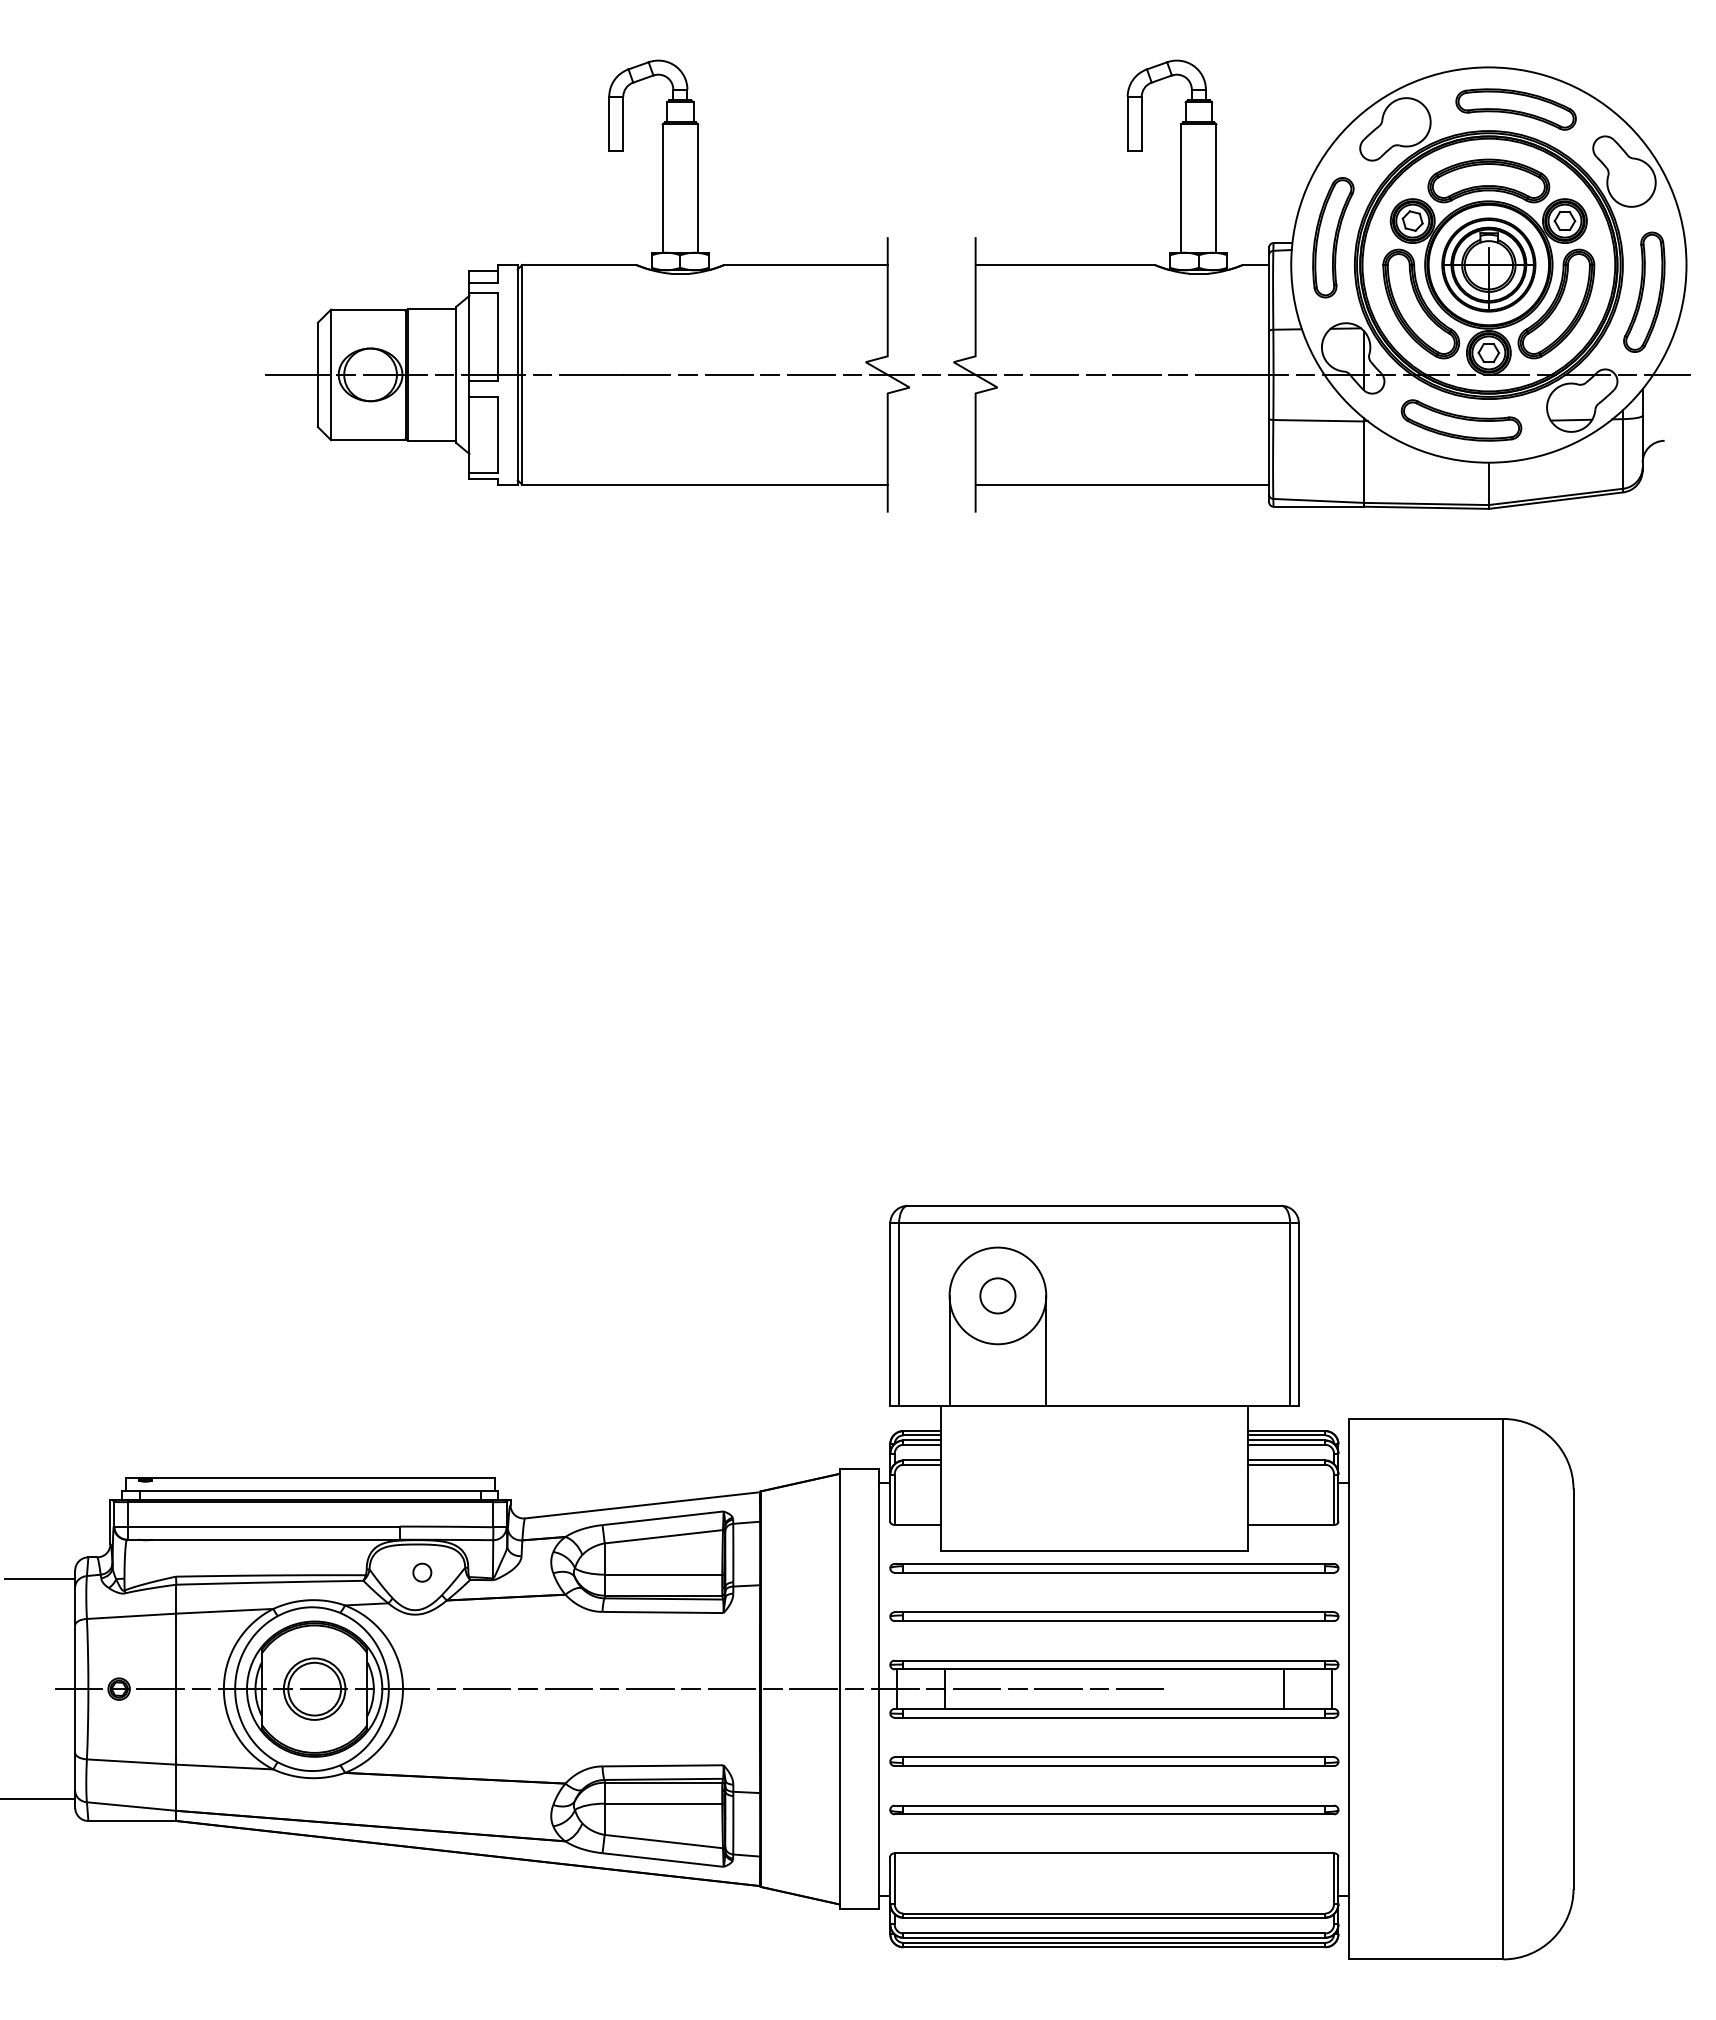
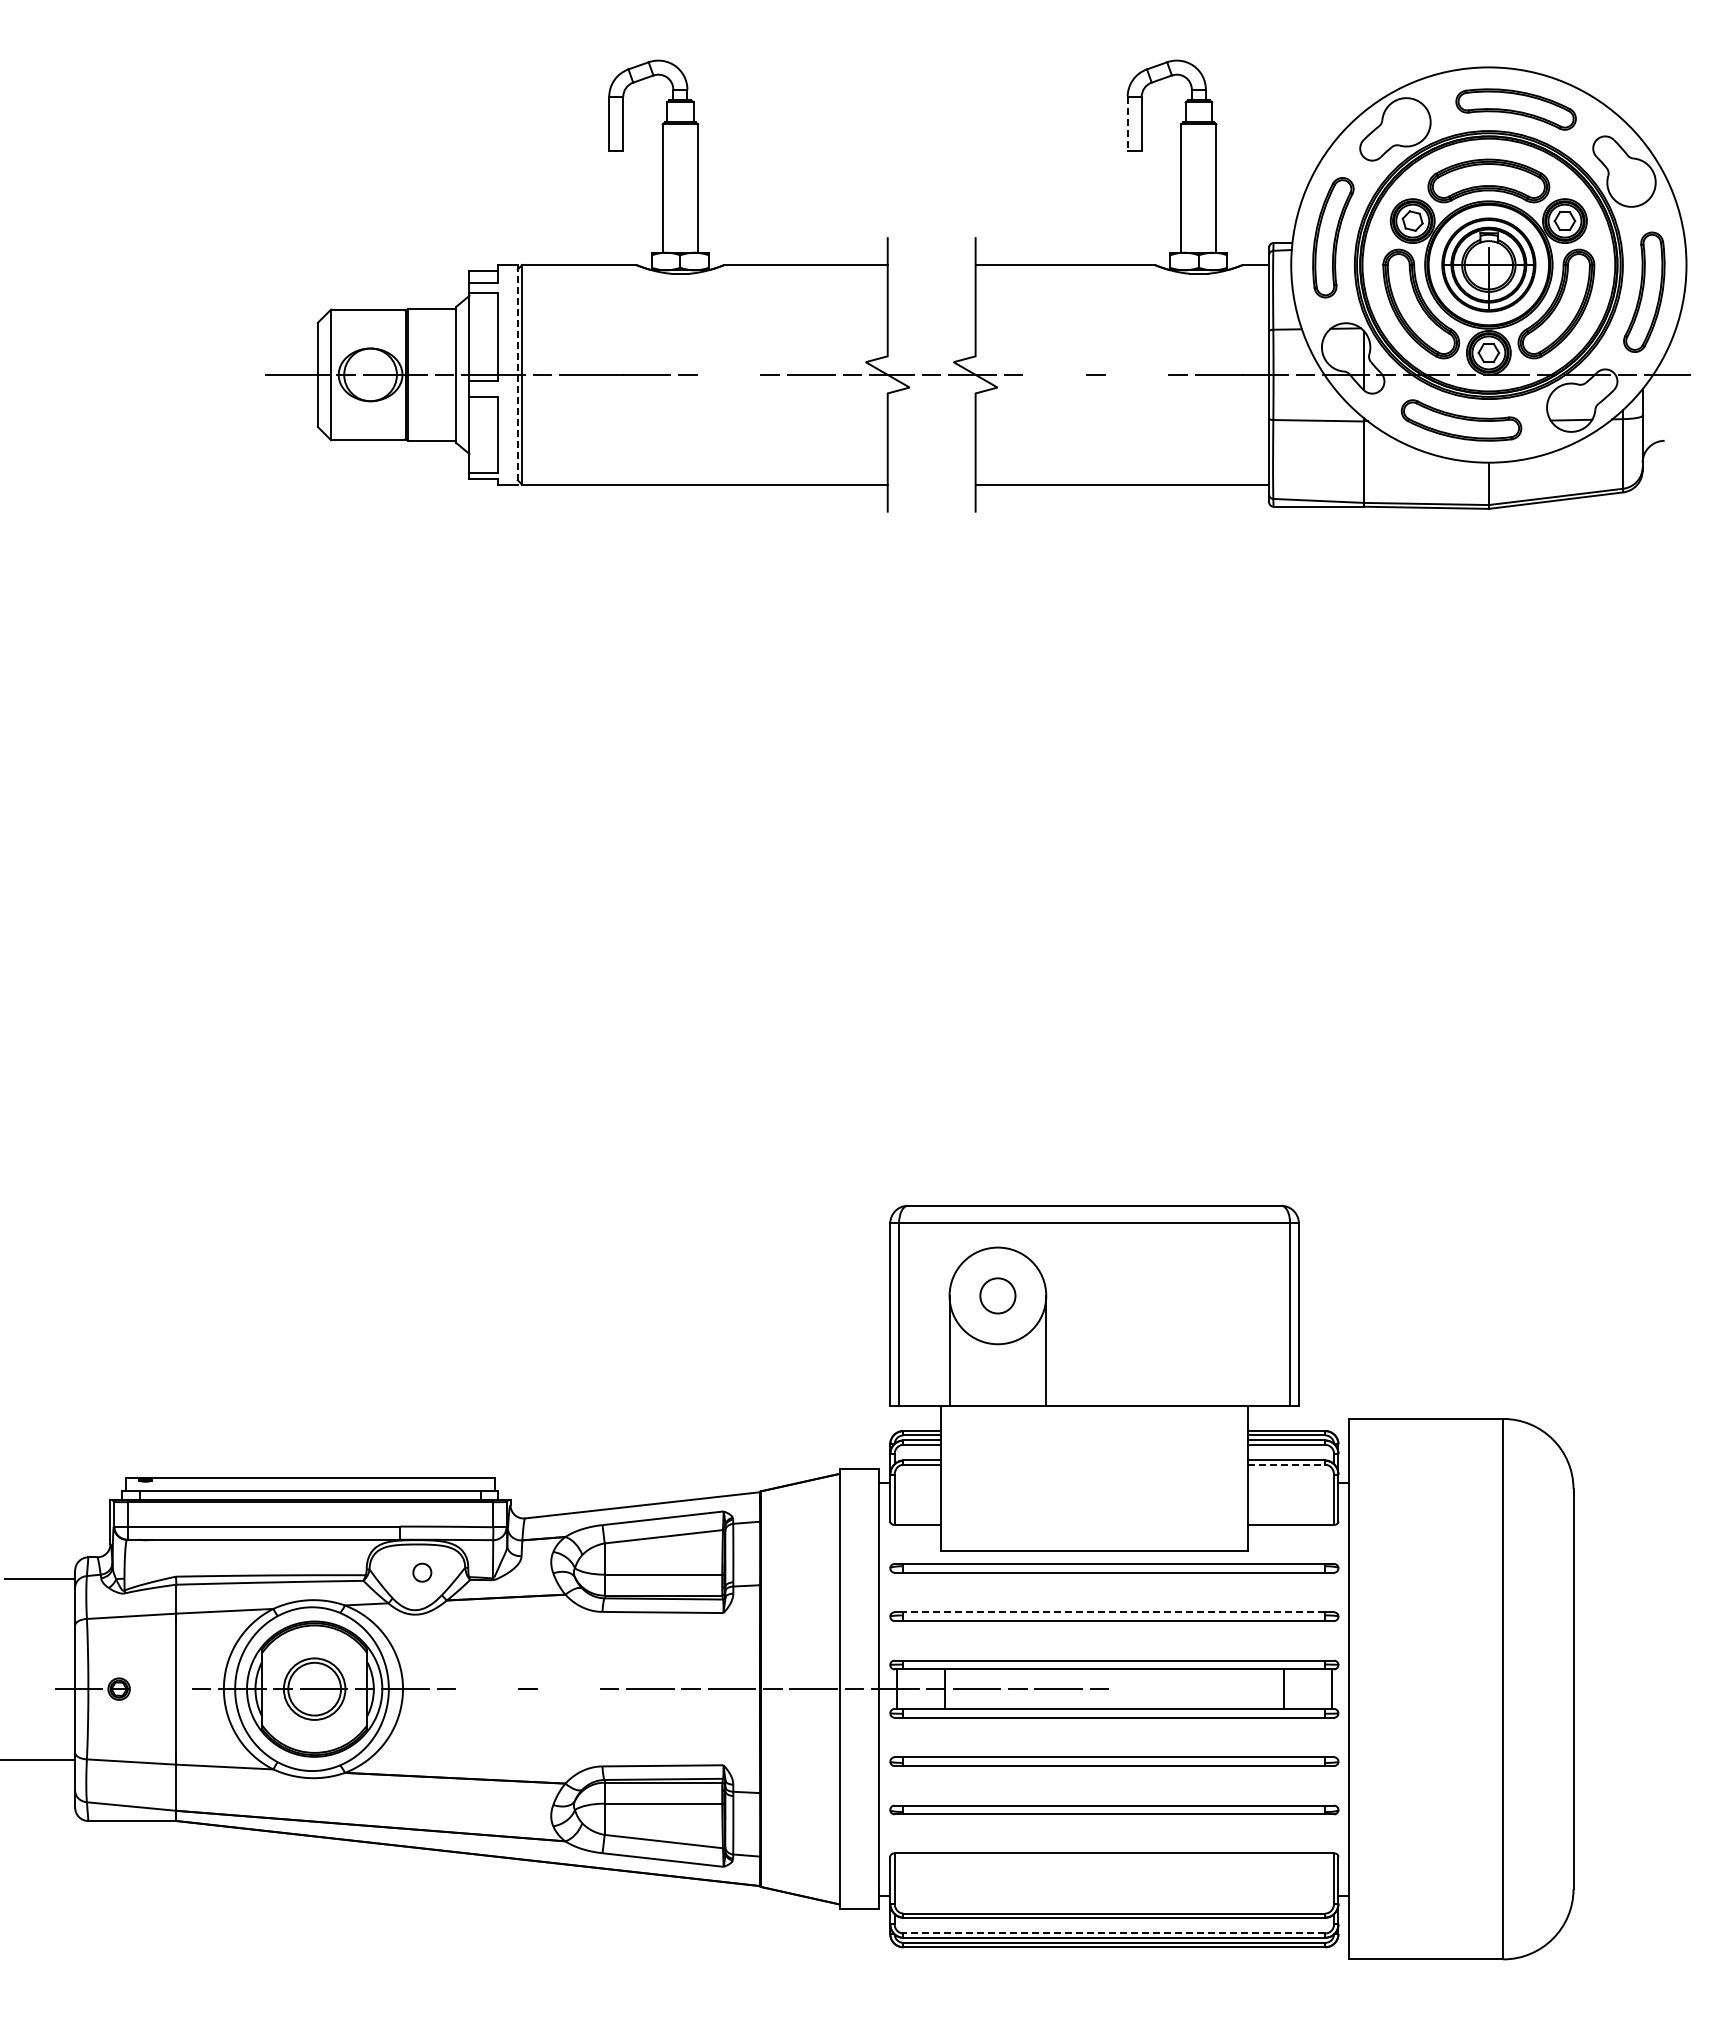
line at (1127, 123): solid -> dashed
line at (517, 374): solid -> dashed
line at (728, 374): present -> none
line at (1054, 374): present -> none
line at (1136, 374): present -> none
line at (1287, 1464): solid -> dashed
line at (1114, 1612): solid -> dashed
line at (160, 1689): present -> none
line at (486, 1689): present -> none
line at (568, 1689): present -> none
line at (1139, 1689): present -> none
line at (38, 1799) position: (38, 1799) -> (38, 1760)
line at (1114, 1933): solid -> dashed
